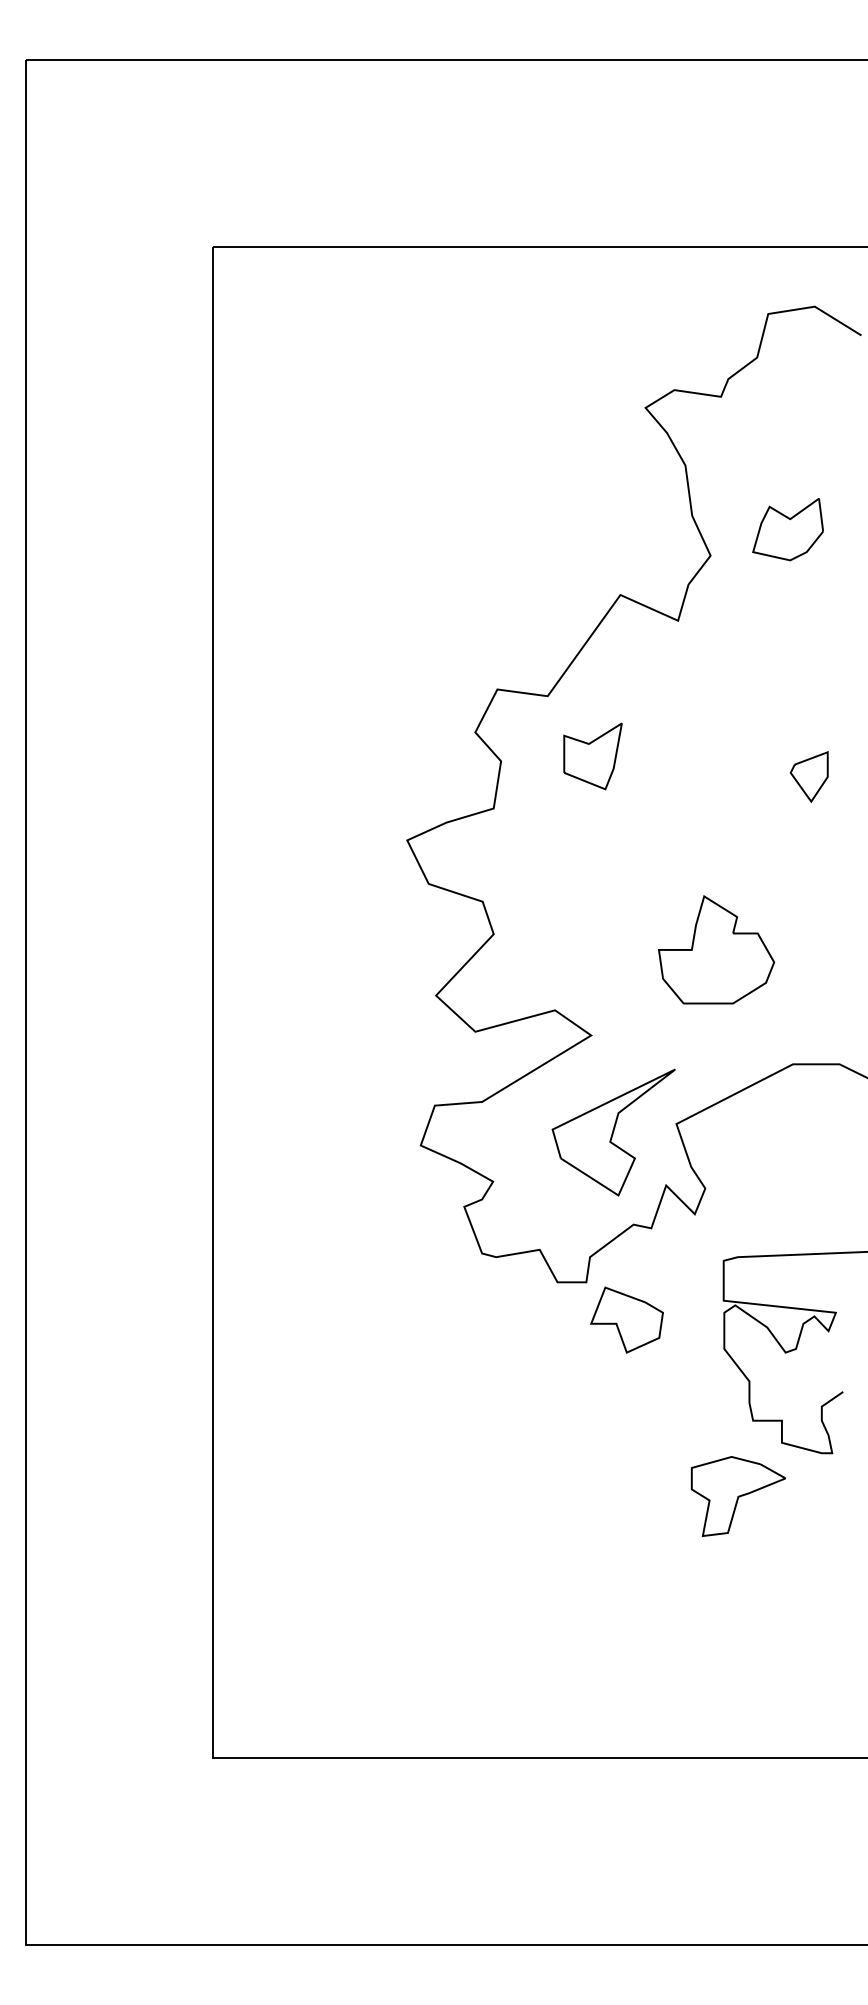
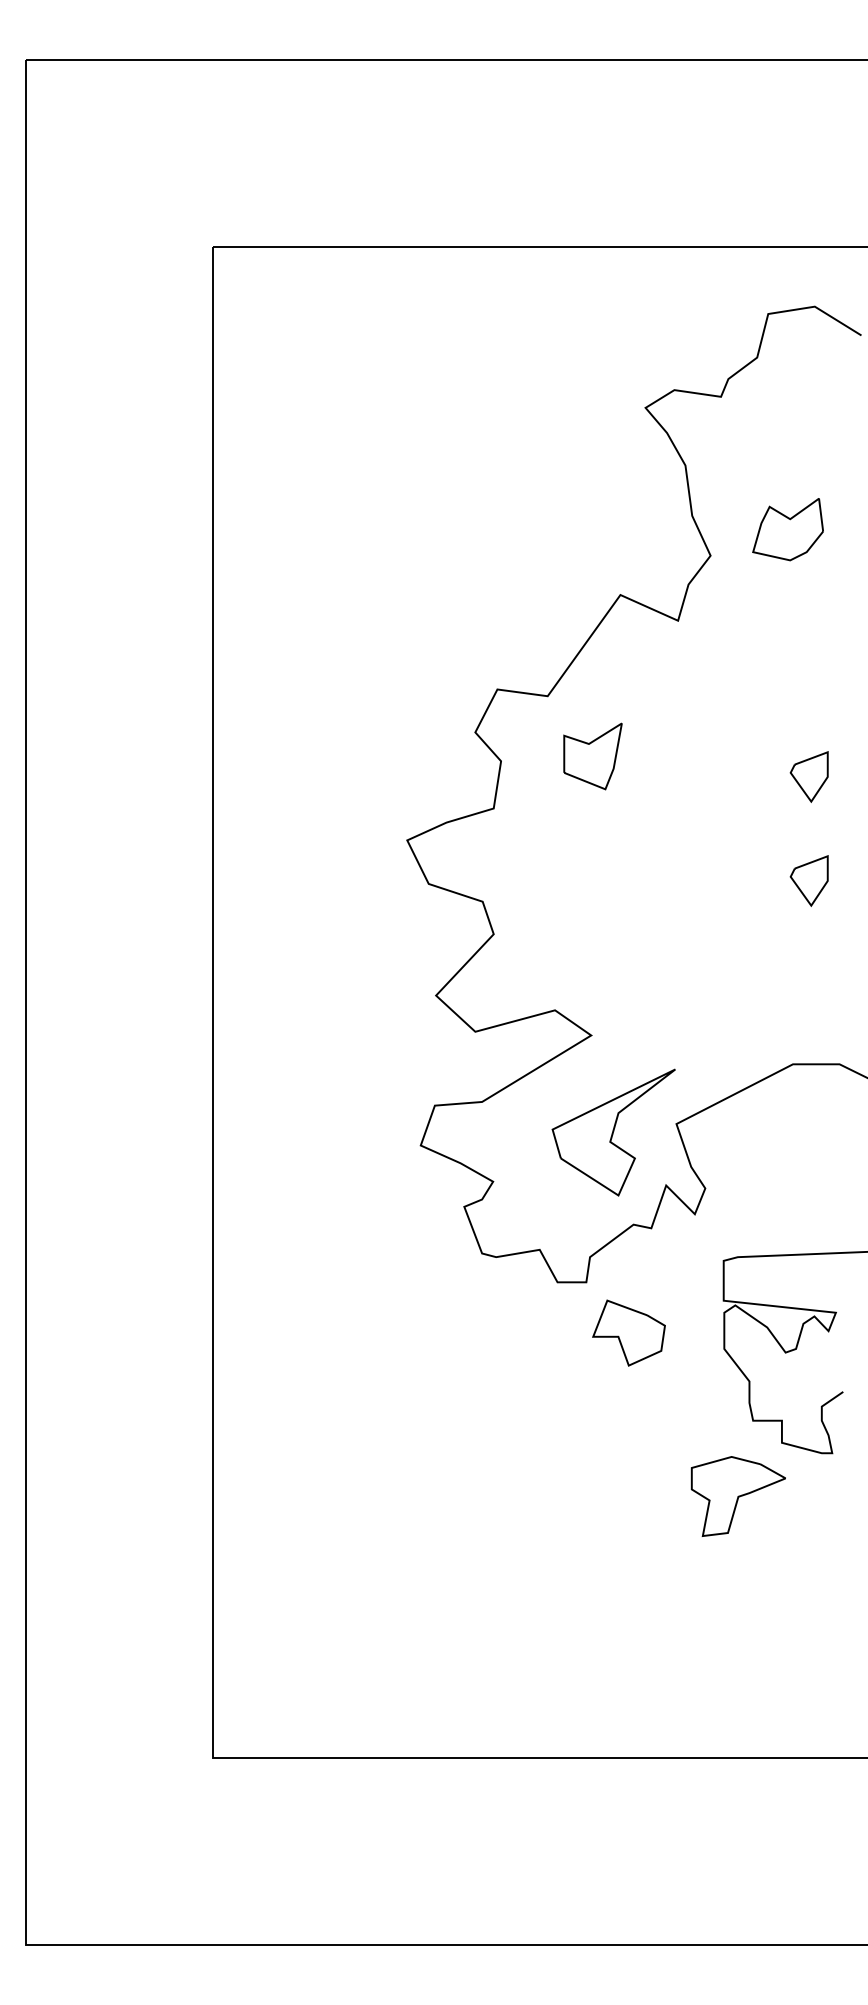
part at (808, 880): none -> present
part at (716, 949): present -> none
part at (626, 1319) position: (626, 1319) -> (628, 1332)
